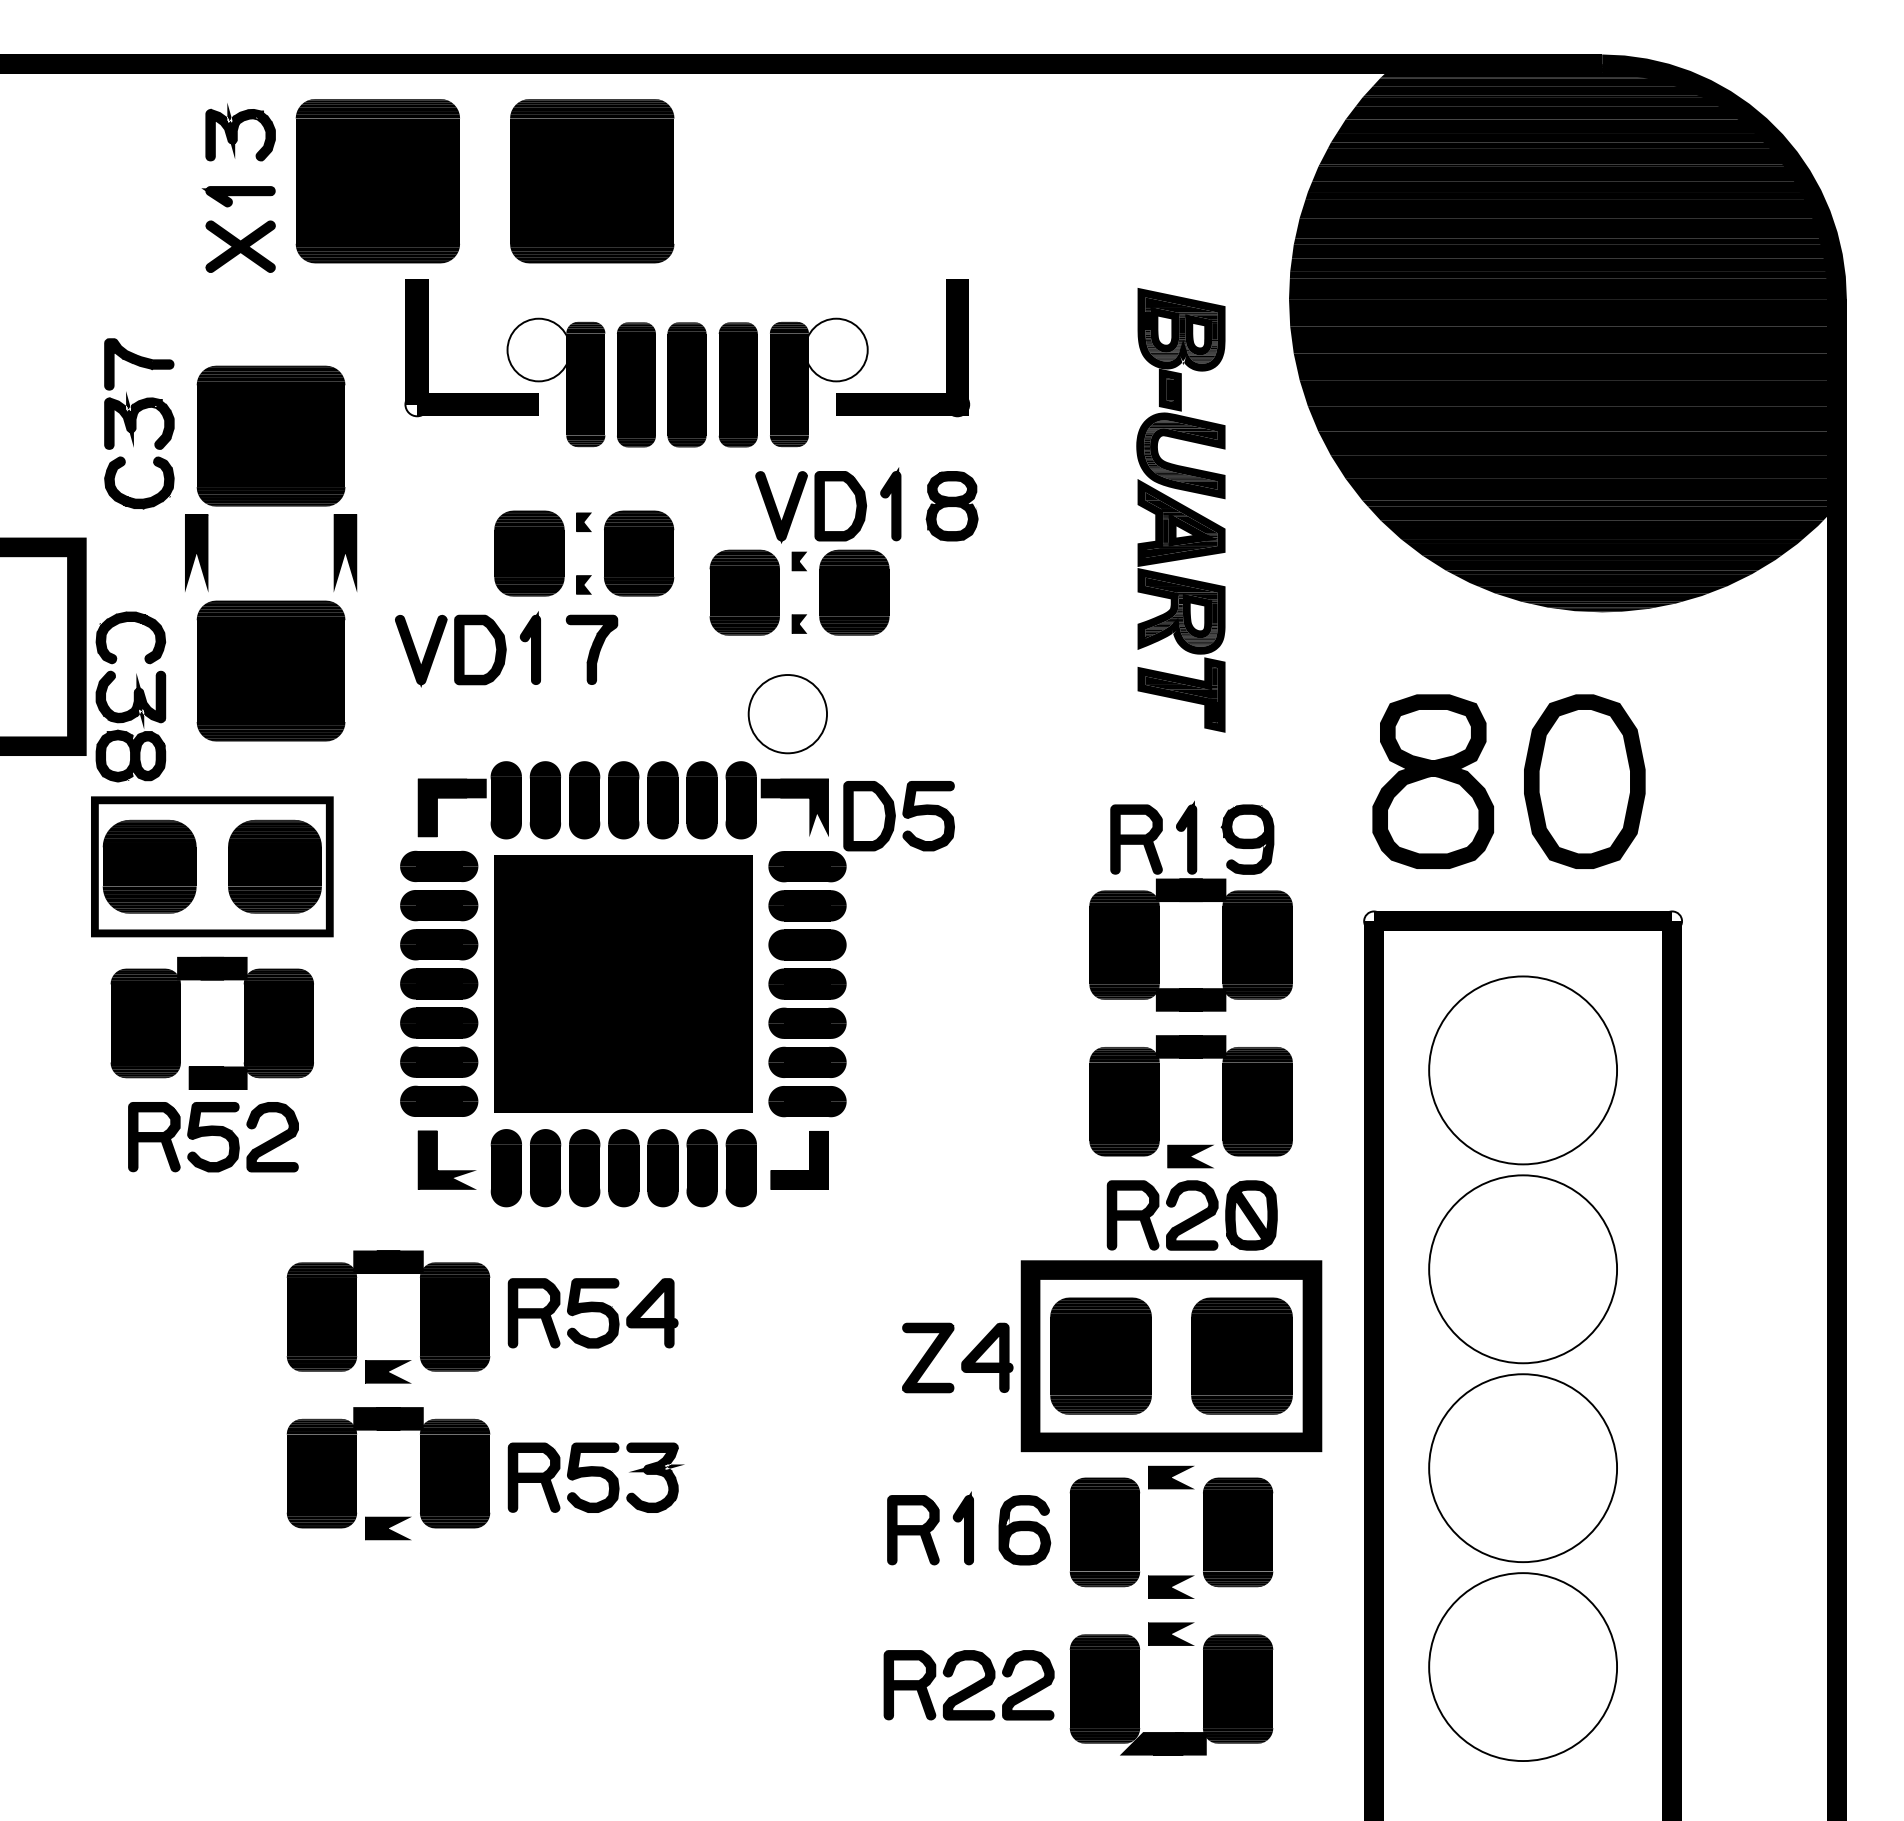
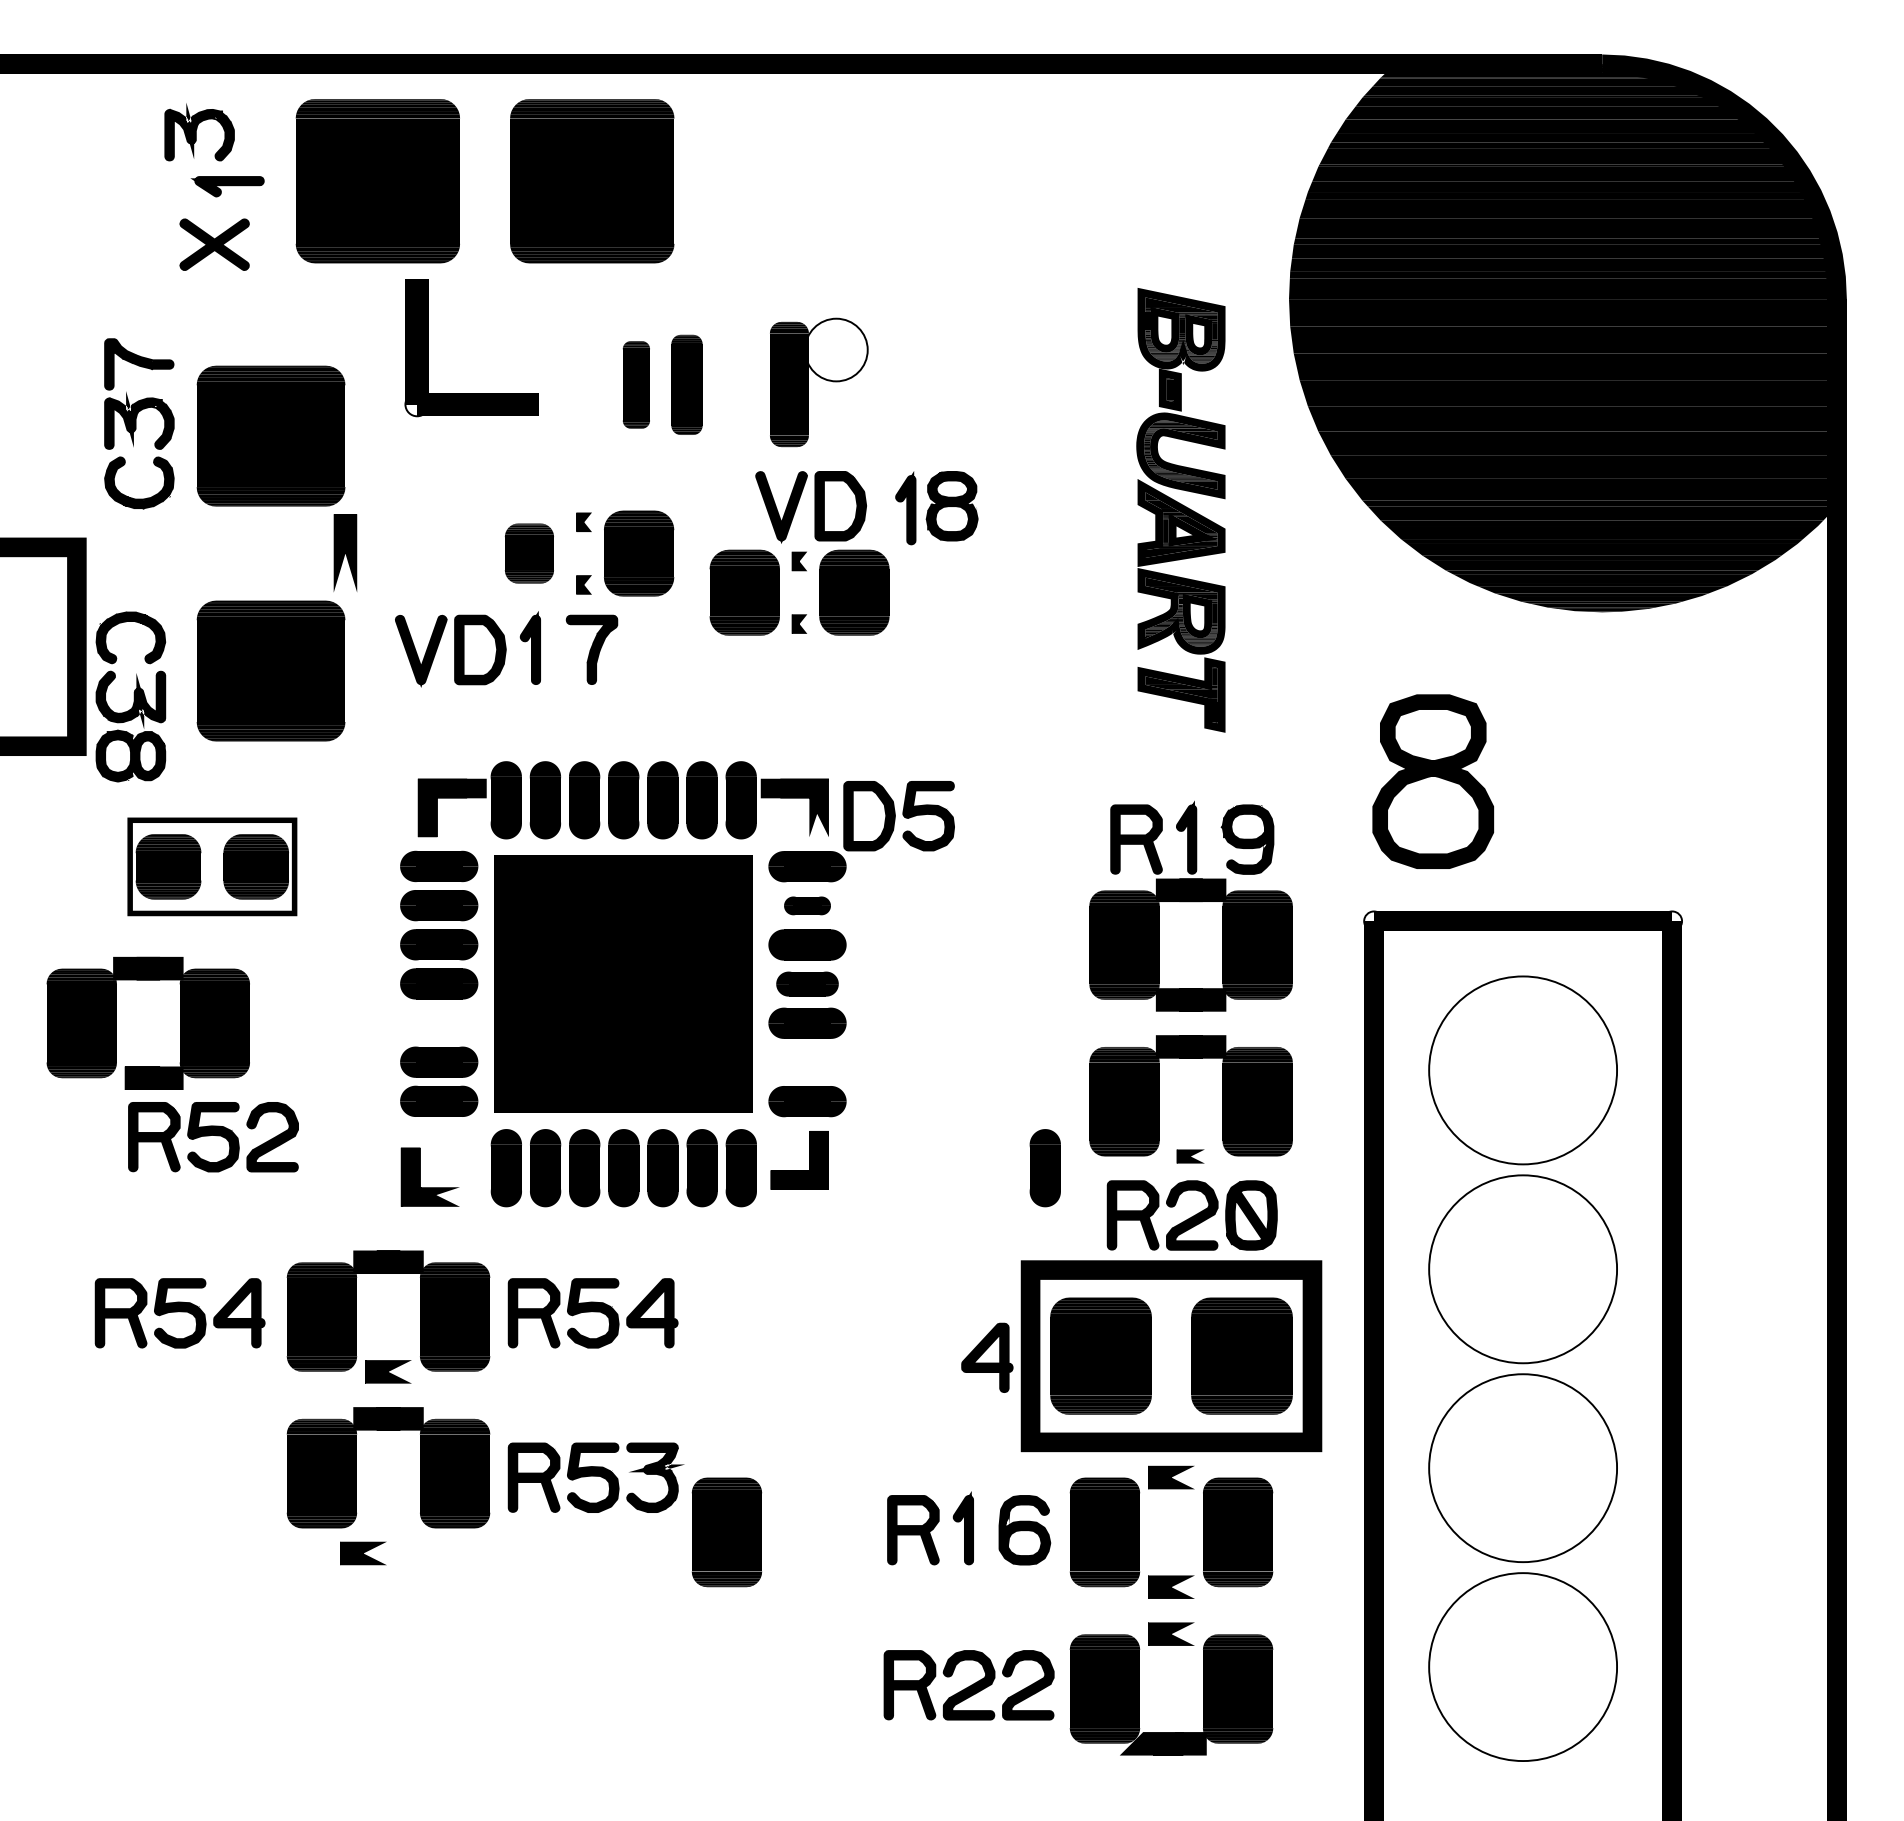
part at (240, 132) position: (240, 132) -> (199, 132)
part at (238, 196) position: (238, 196) -> (227, 186)
part at (240, 246) position: (240, 246) -> (214, 244)
part at (946, 348): present -> none
part at (555, 382): present -> none
part at (636, 384) size: 39x126 px -> 28x88 px
part at (686, 384) size: 40x126 px -> 32x101 px
part at (737, 384): present -> none
part at (890, 504) position: (890, 504) -> (905, 508)
part at (196, 552): present -> none
part at (529, 553) size: 71x87 px -> 50x61 px
part at (787, 714): present -> none
part at (1584, 781): present -> none
part at (212, 866) size: 243x142 px -> 171x100 px
part at (807, 905) size: 79x32 px -> 47x20 px
part at (807, 983) size: 79x32 px -> 63x26 px
part at (180, 1022) position: (180, 1022) -> (116, 1022)
part at (439, 1022): present -> none
part at (807, 1061): present -> none
part at (1190, 1156) size: 47x25 px -> 29x15 px
part at (437, 1159) position: (437, 1159) -> (420, 1176)
part at (1044, 1168): none -> present
part at (179, 1313): none -> present
part at (928, 1357): present -> none
part at (388, 1528) position: (388, 1528) -> (363, 1553)
part at (726, 1532): none -> present
